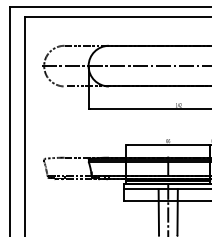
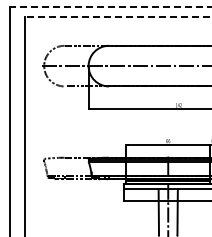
line at (110, 6): solid -> dashed
line at (117, 17): solid -> dashed
